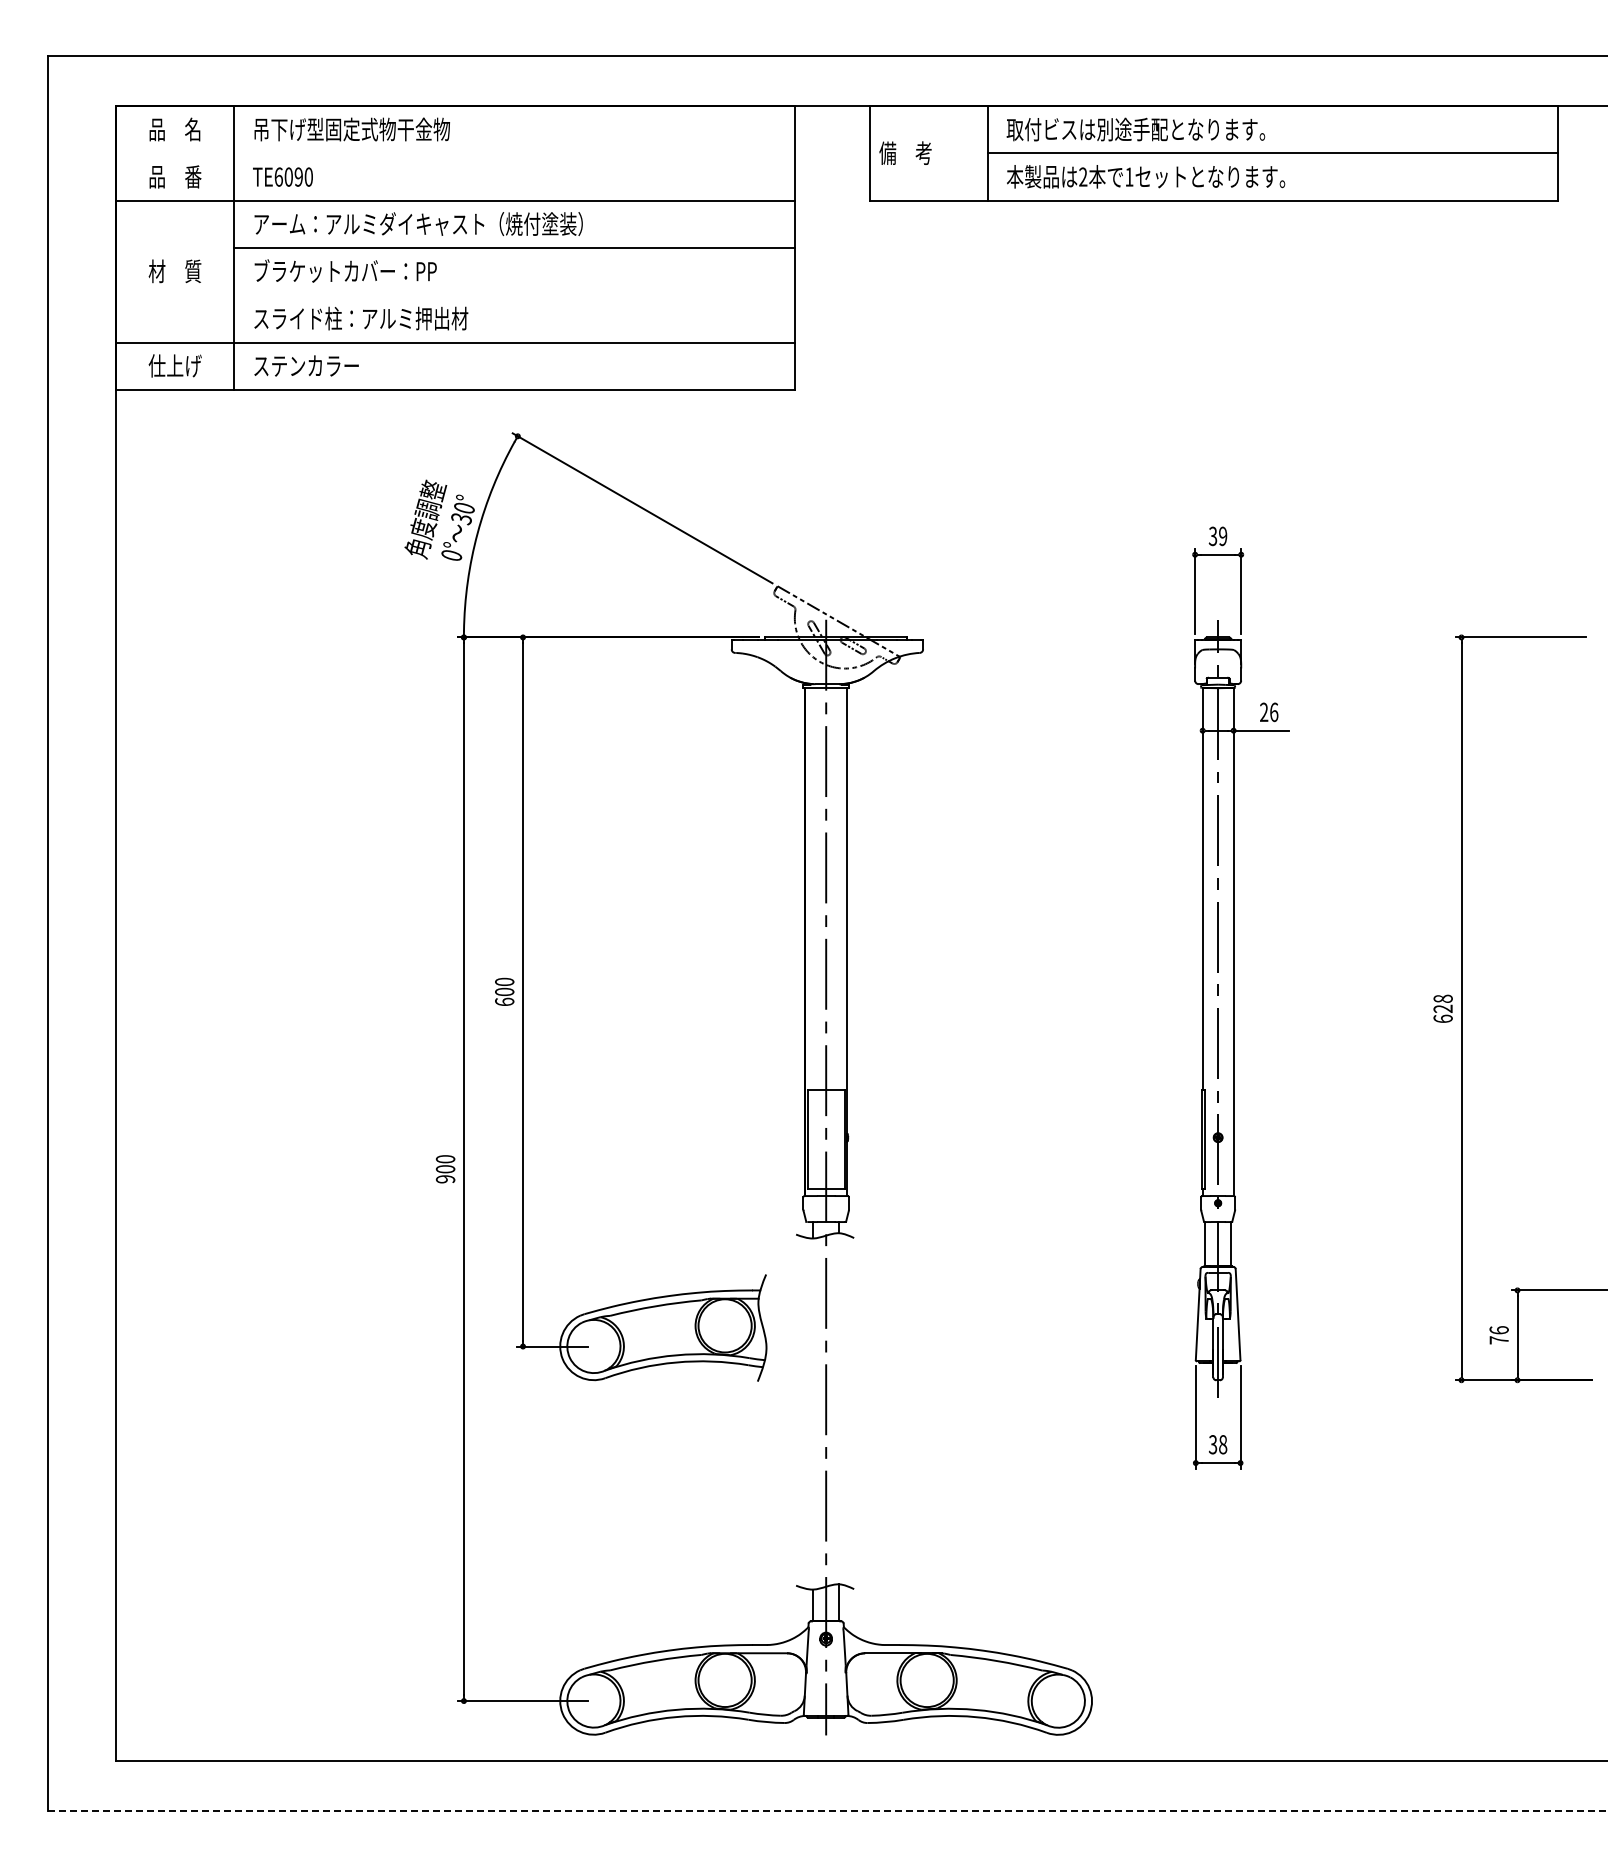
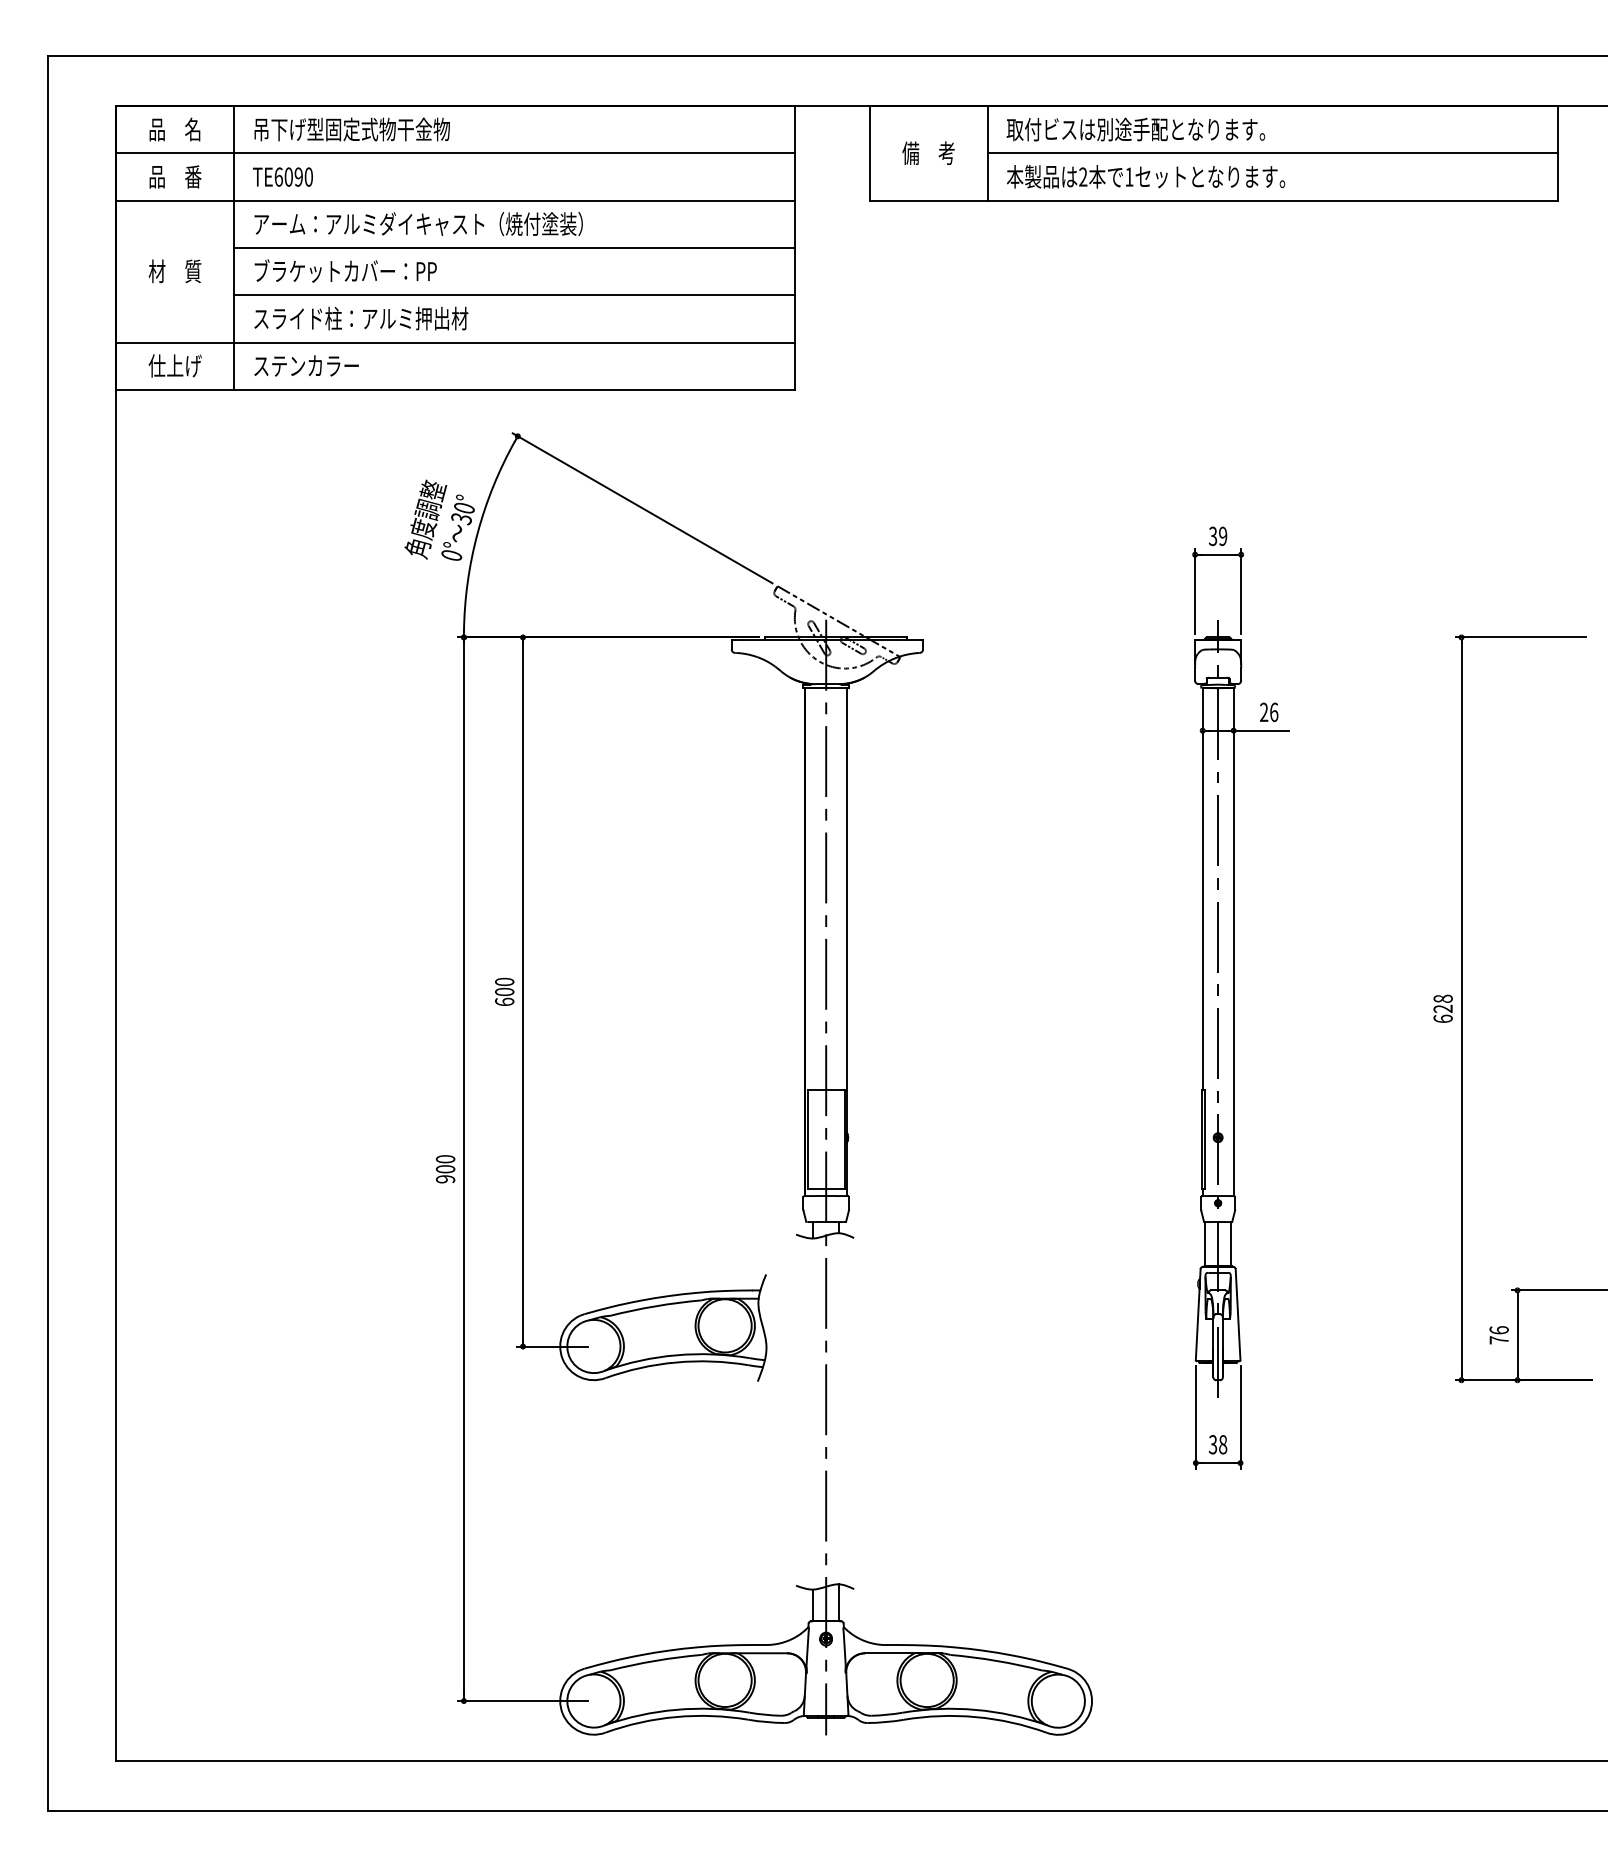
text at (905, 152) position: (905, 152) -> (928, 152)
line at (455, 153): none -> present
line at (514, 295): none -> present
line at (828, 1810): dashed -> solid
